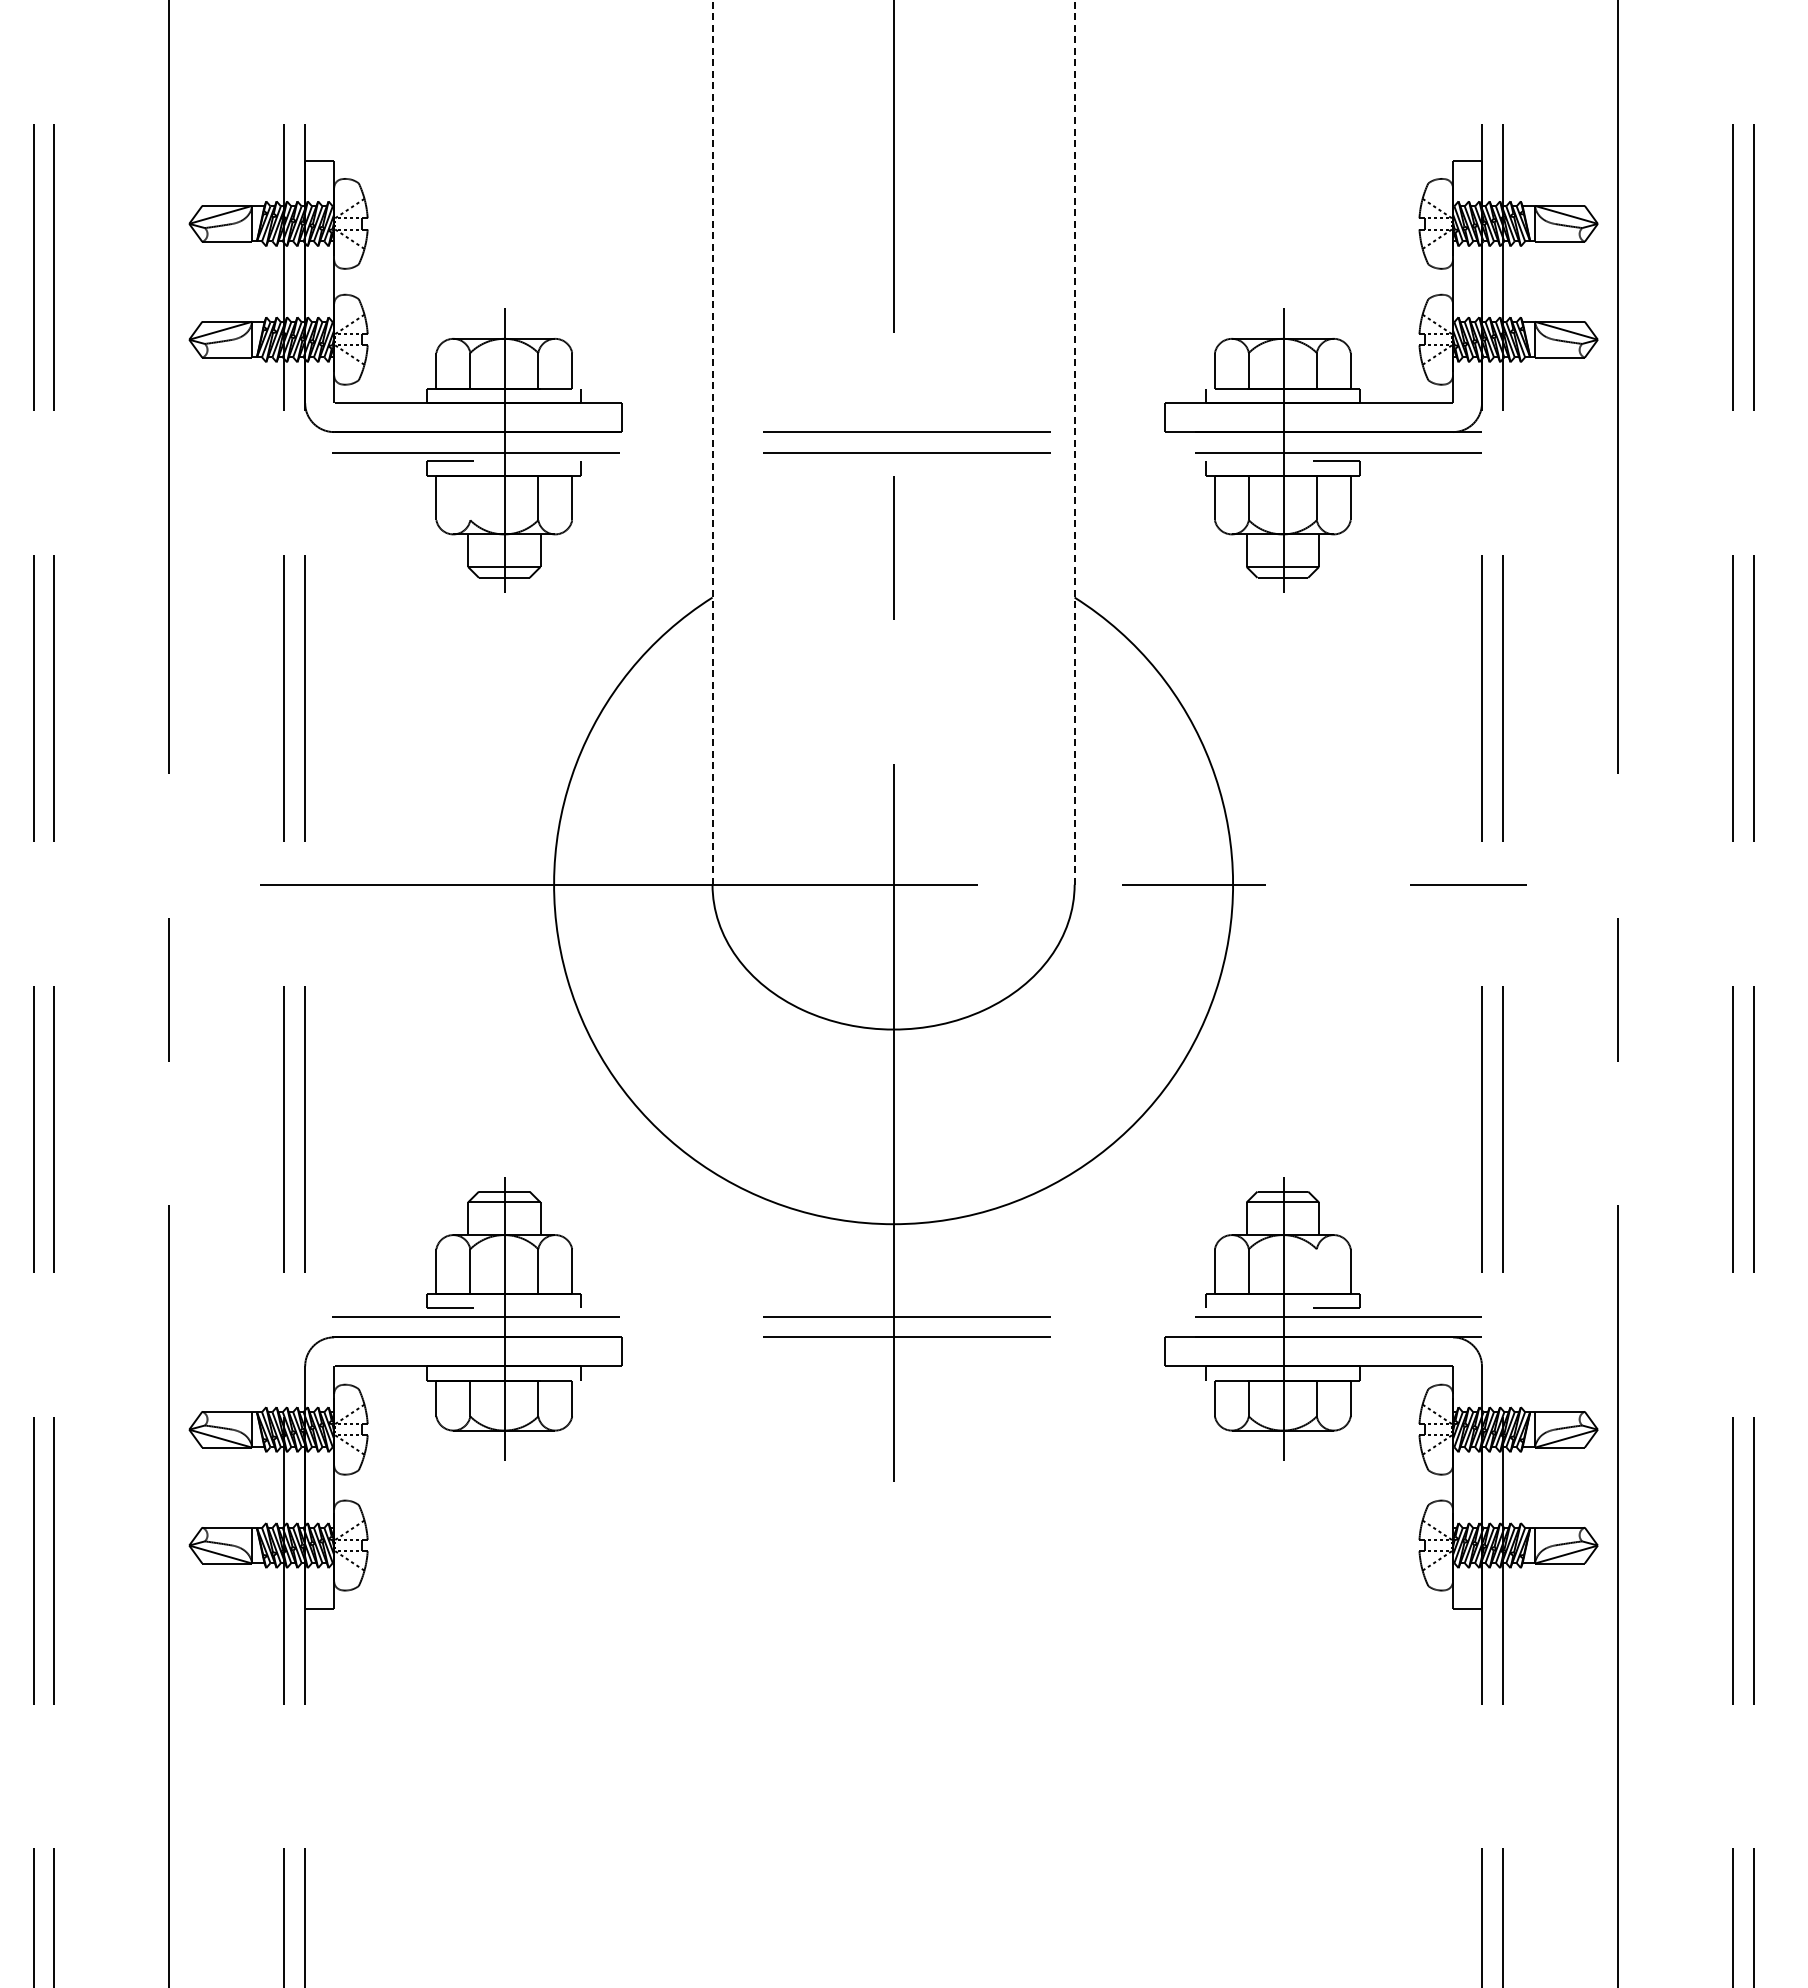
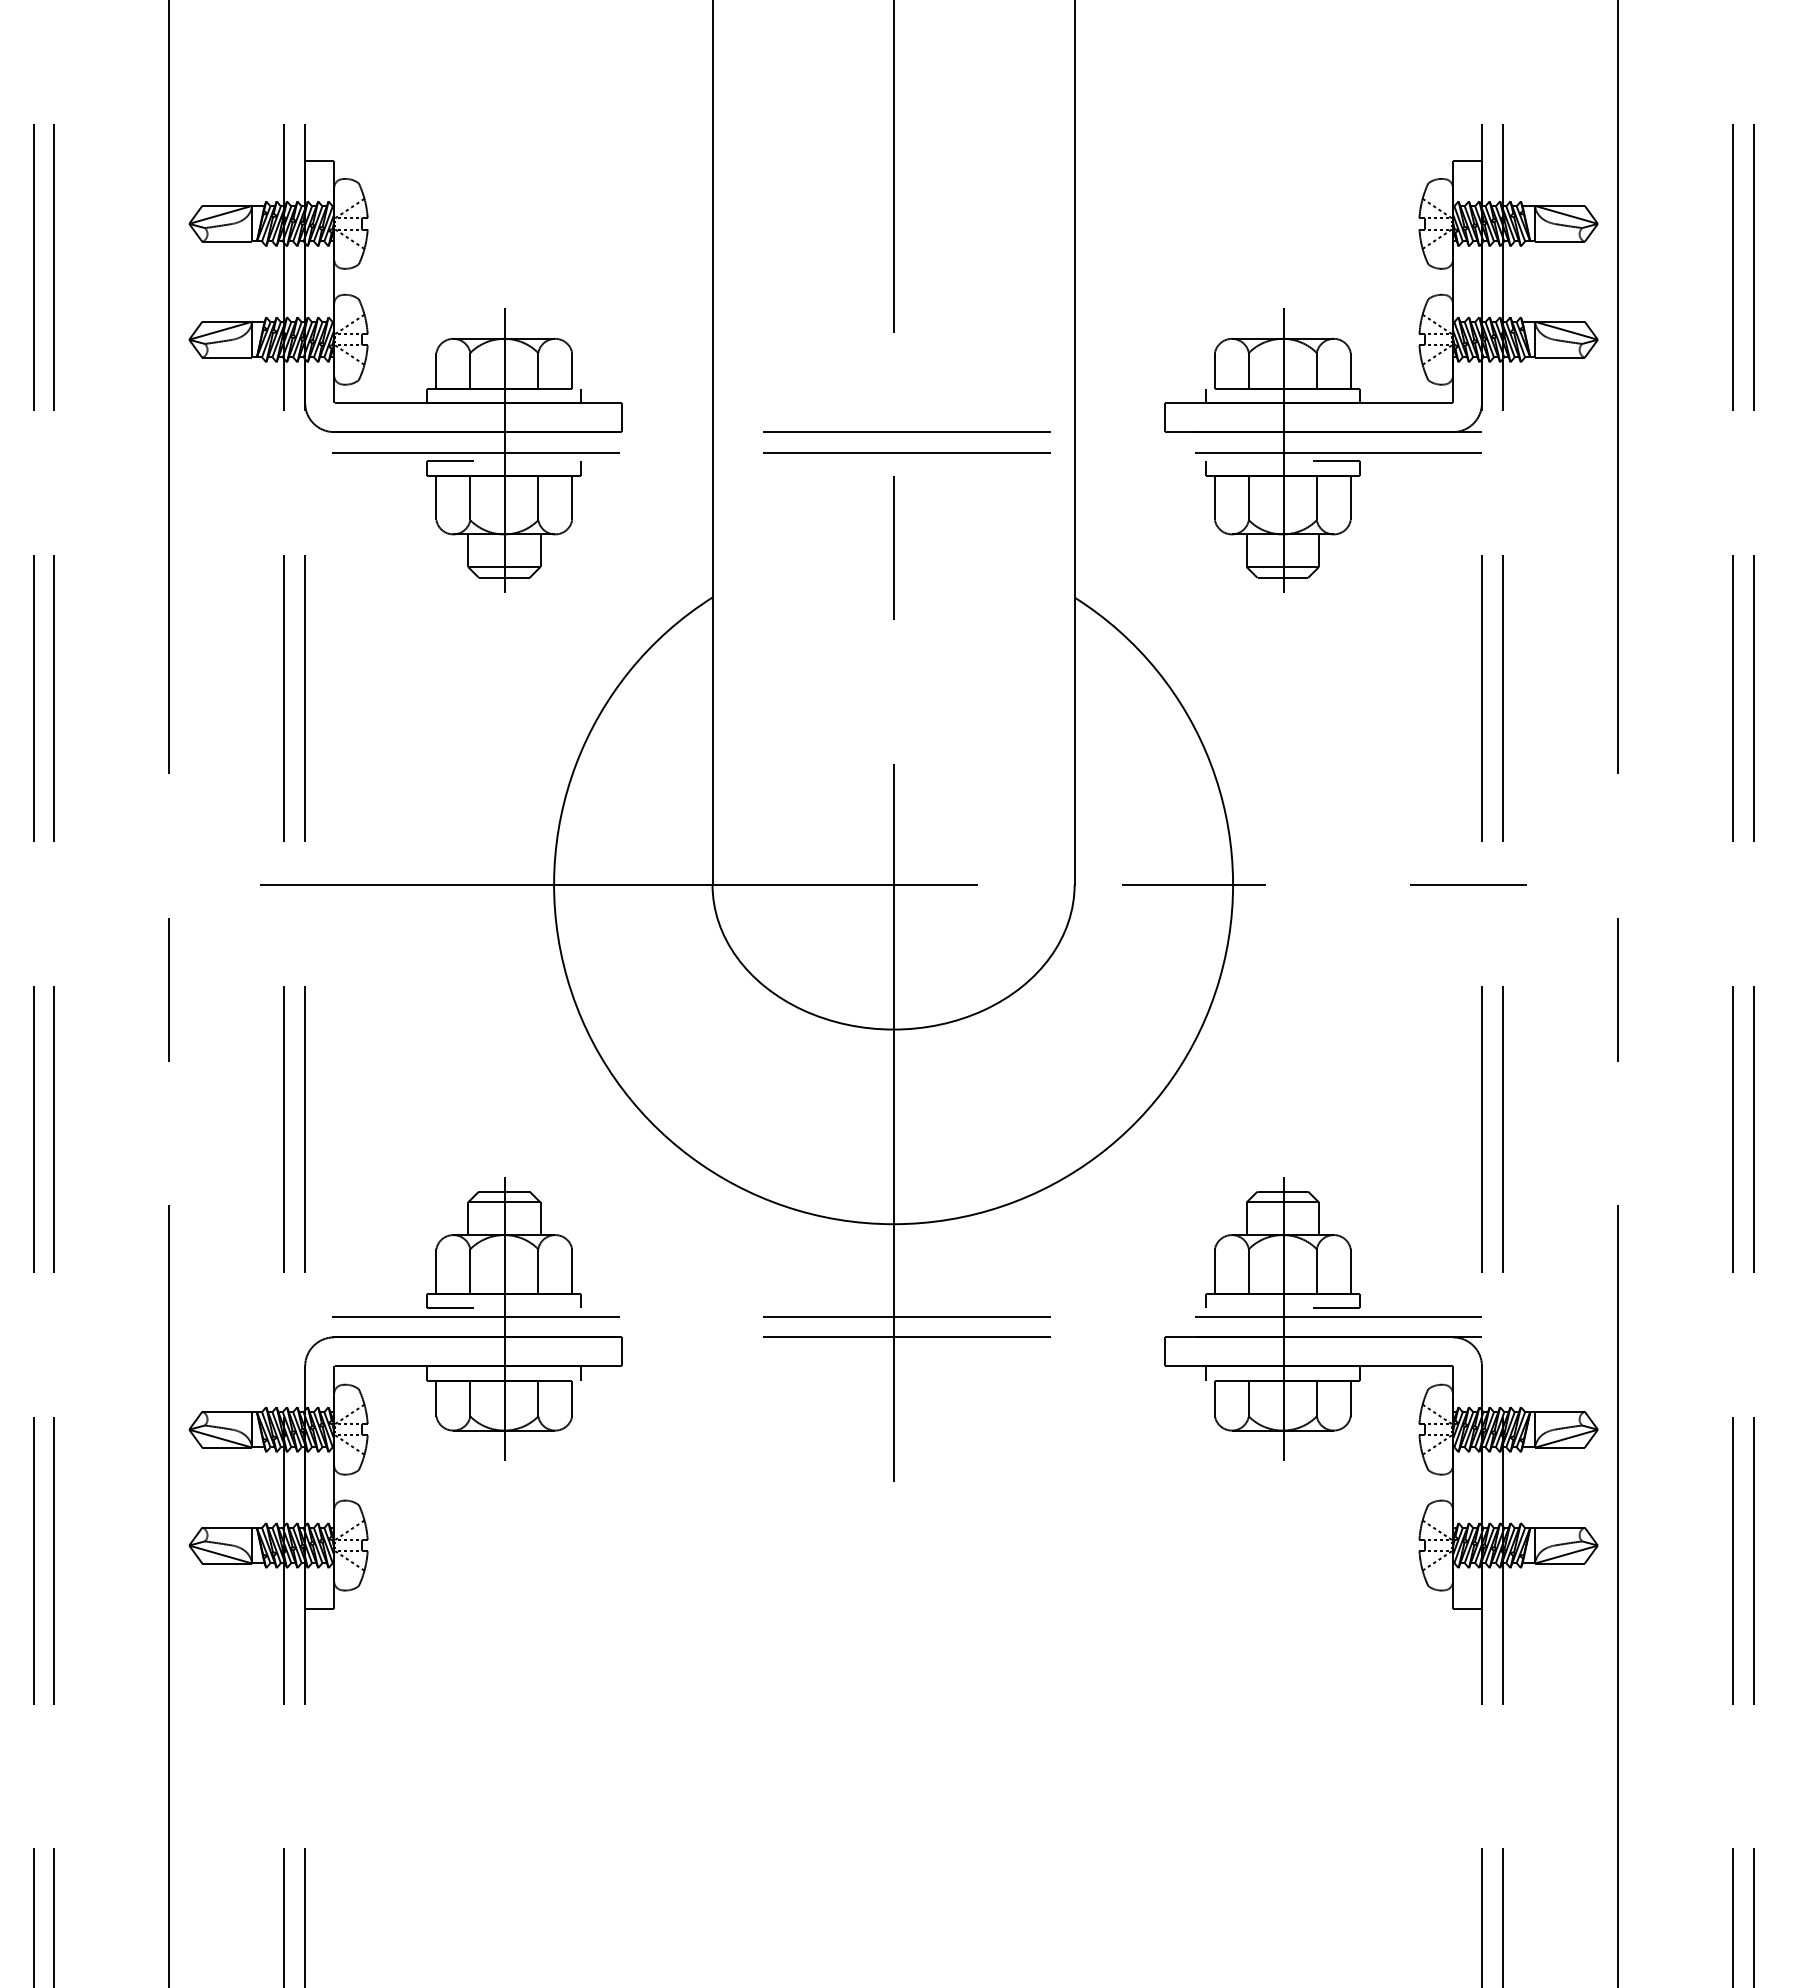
line at (712, 442): dashed -> solid
line at (1074, 442): dashed -> solid
line at (470, 497): none -> present
line at (1316, 1271): none -> present
